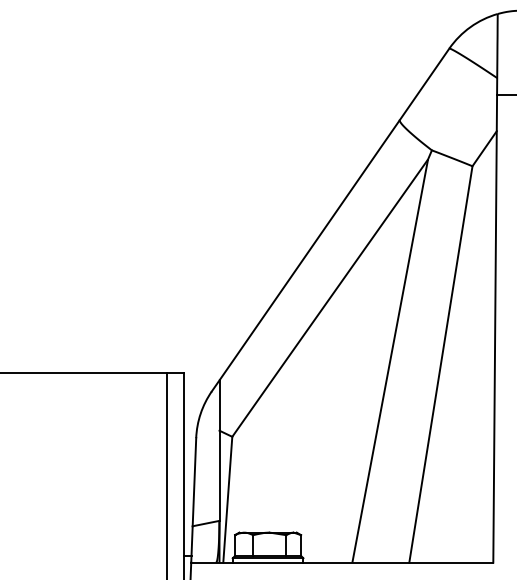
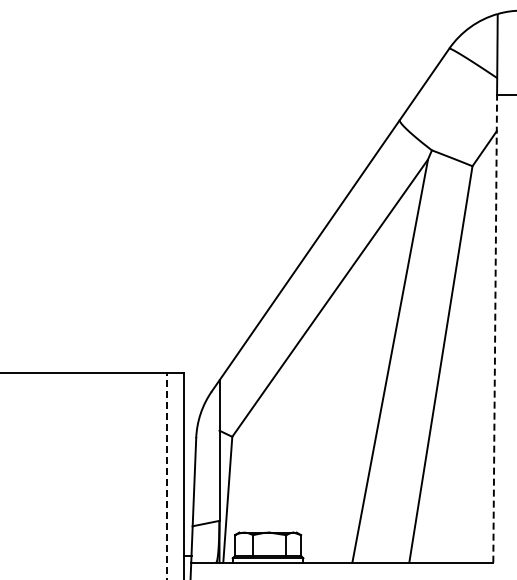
line at (495, 328): solid -> dashed
line at (166, 475): solid -> dashed
